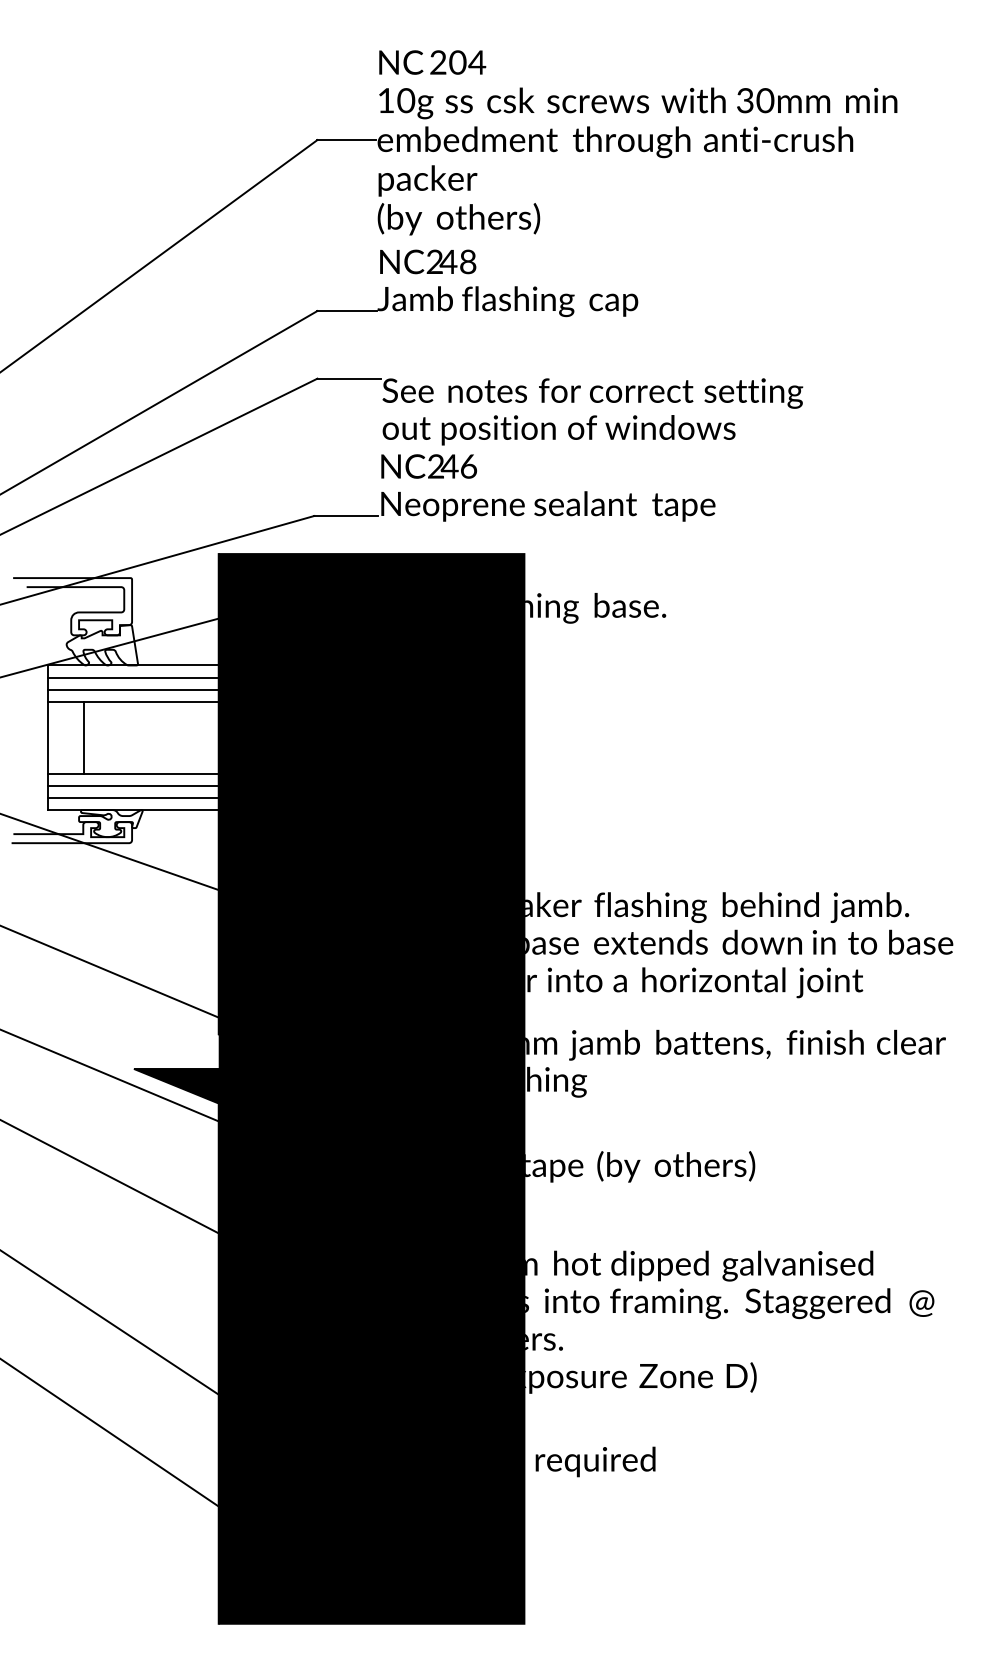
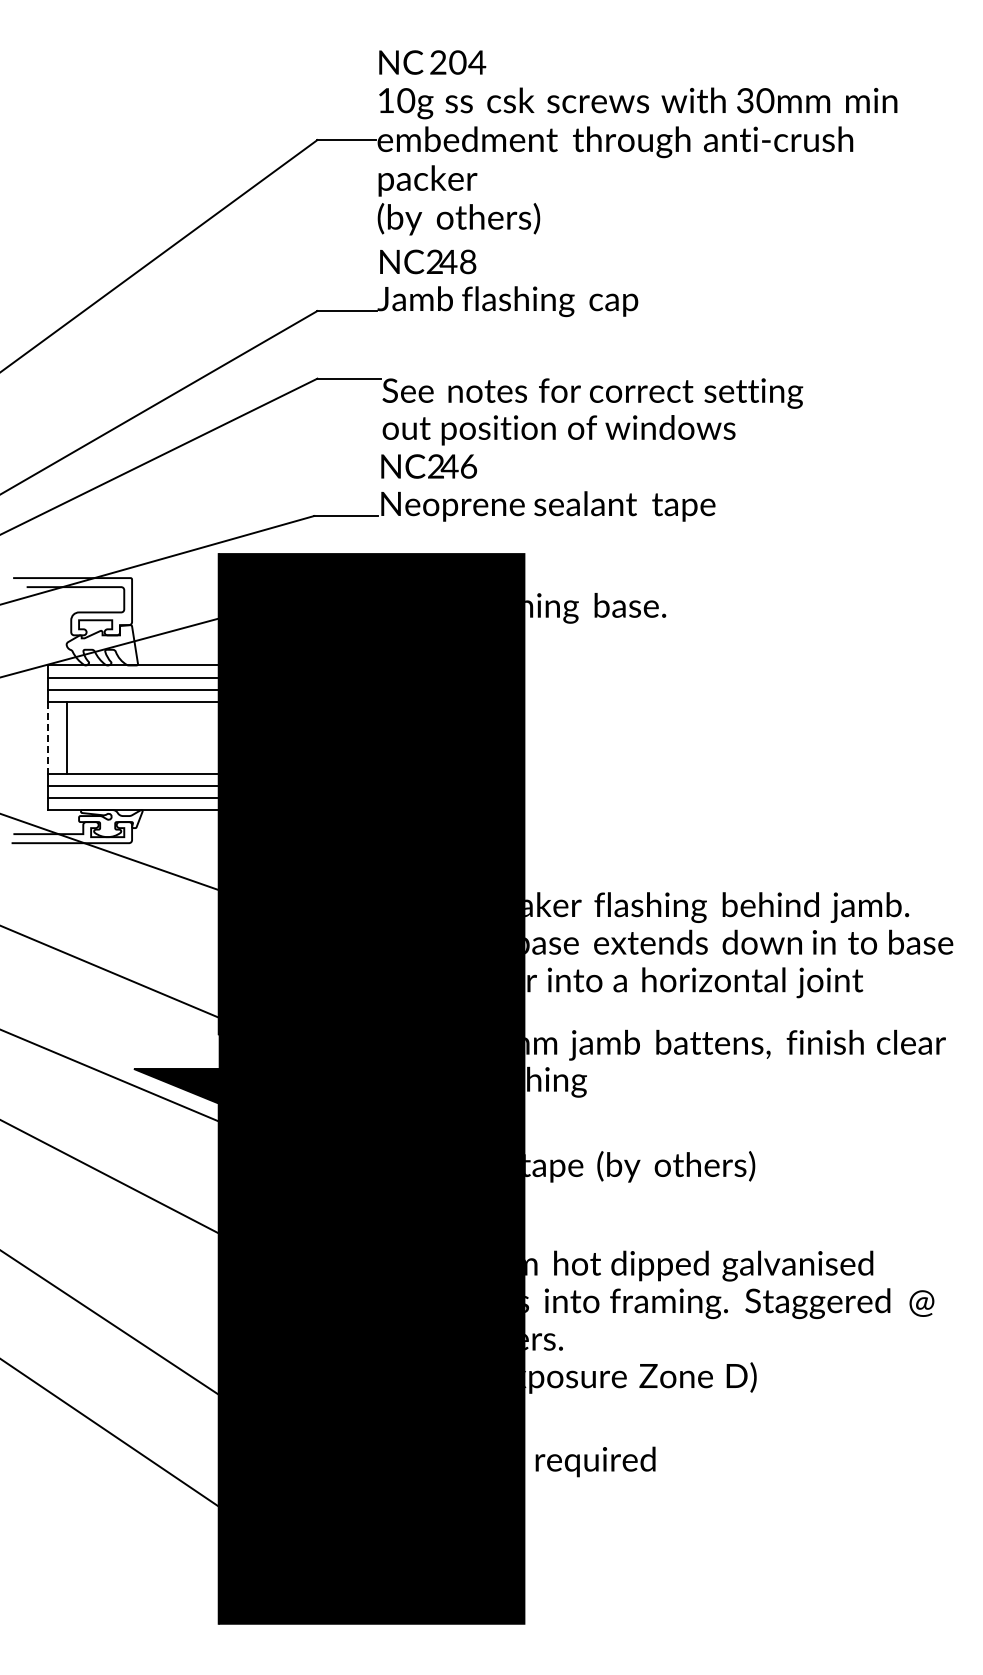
line at (83, 737) position: (83, 737) -> (66, 737)
line at (47, 738): solid -> dashed
